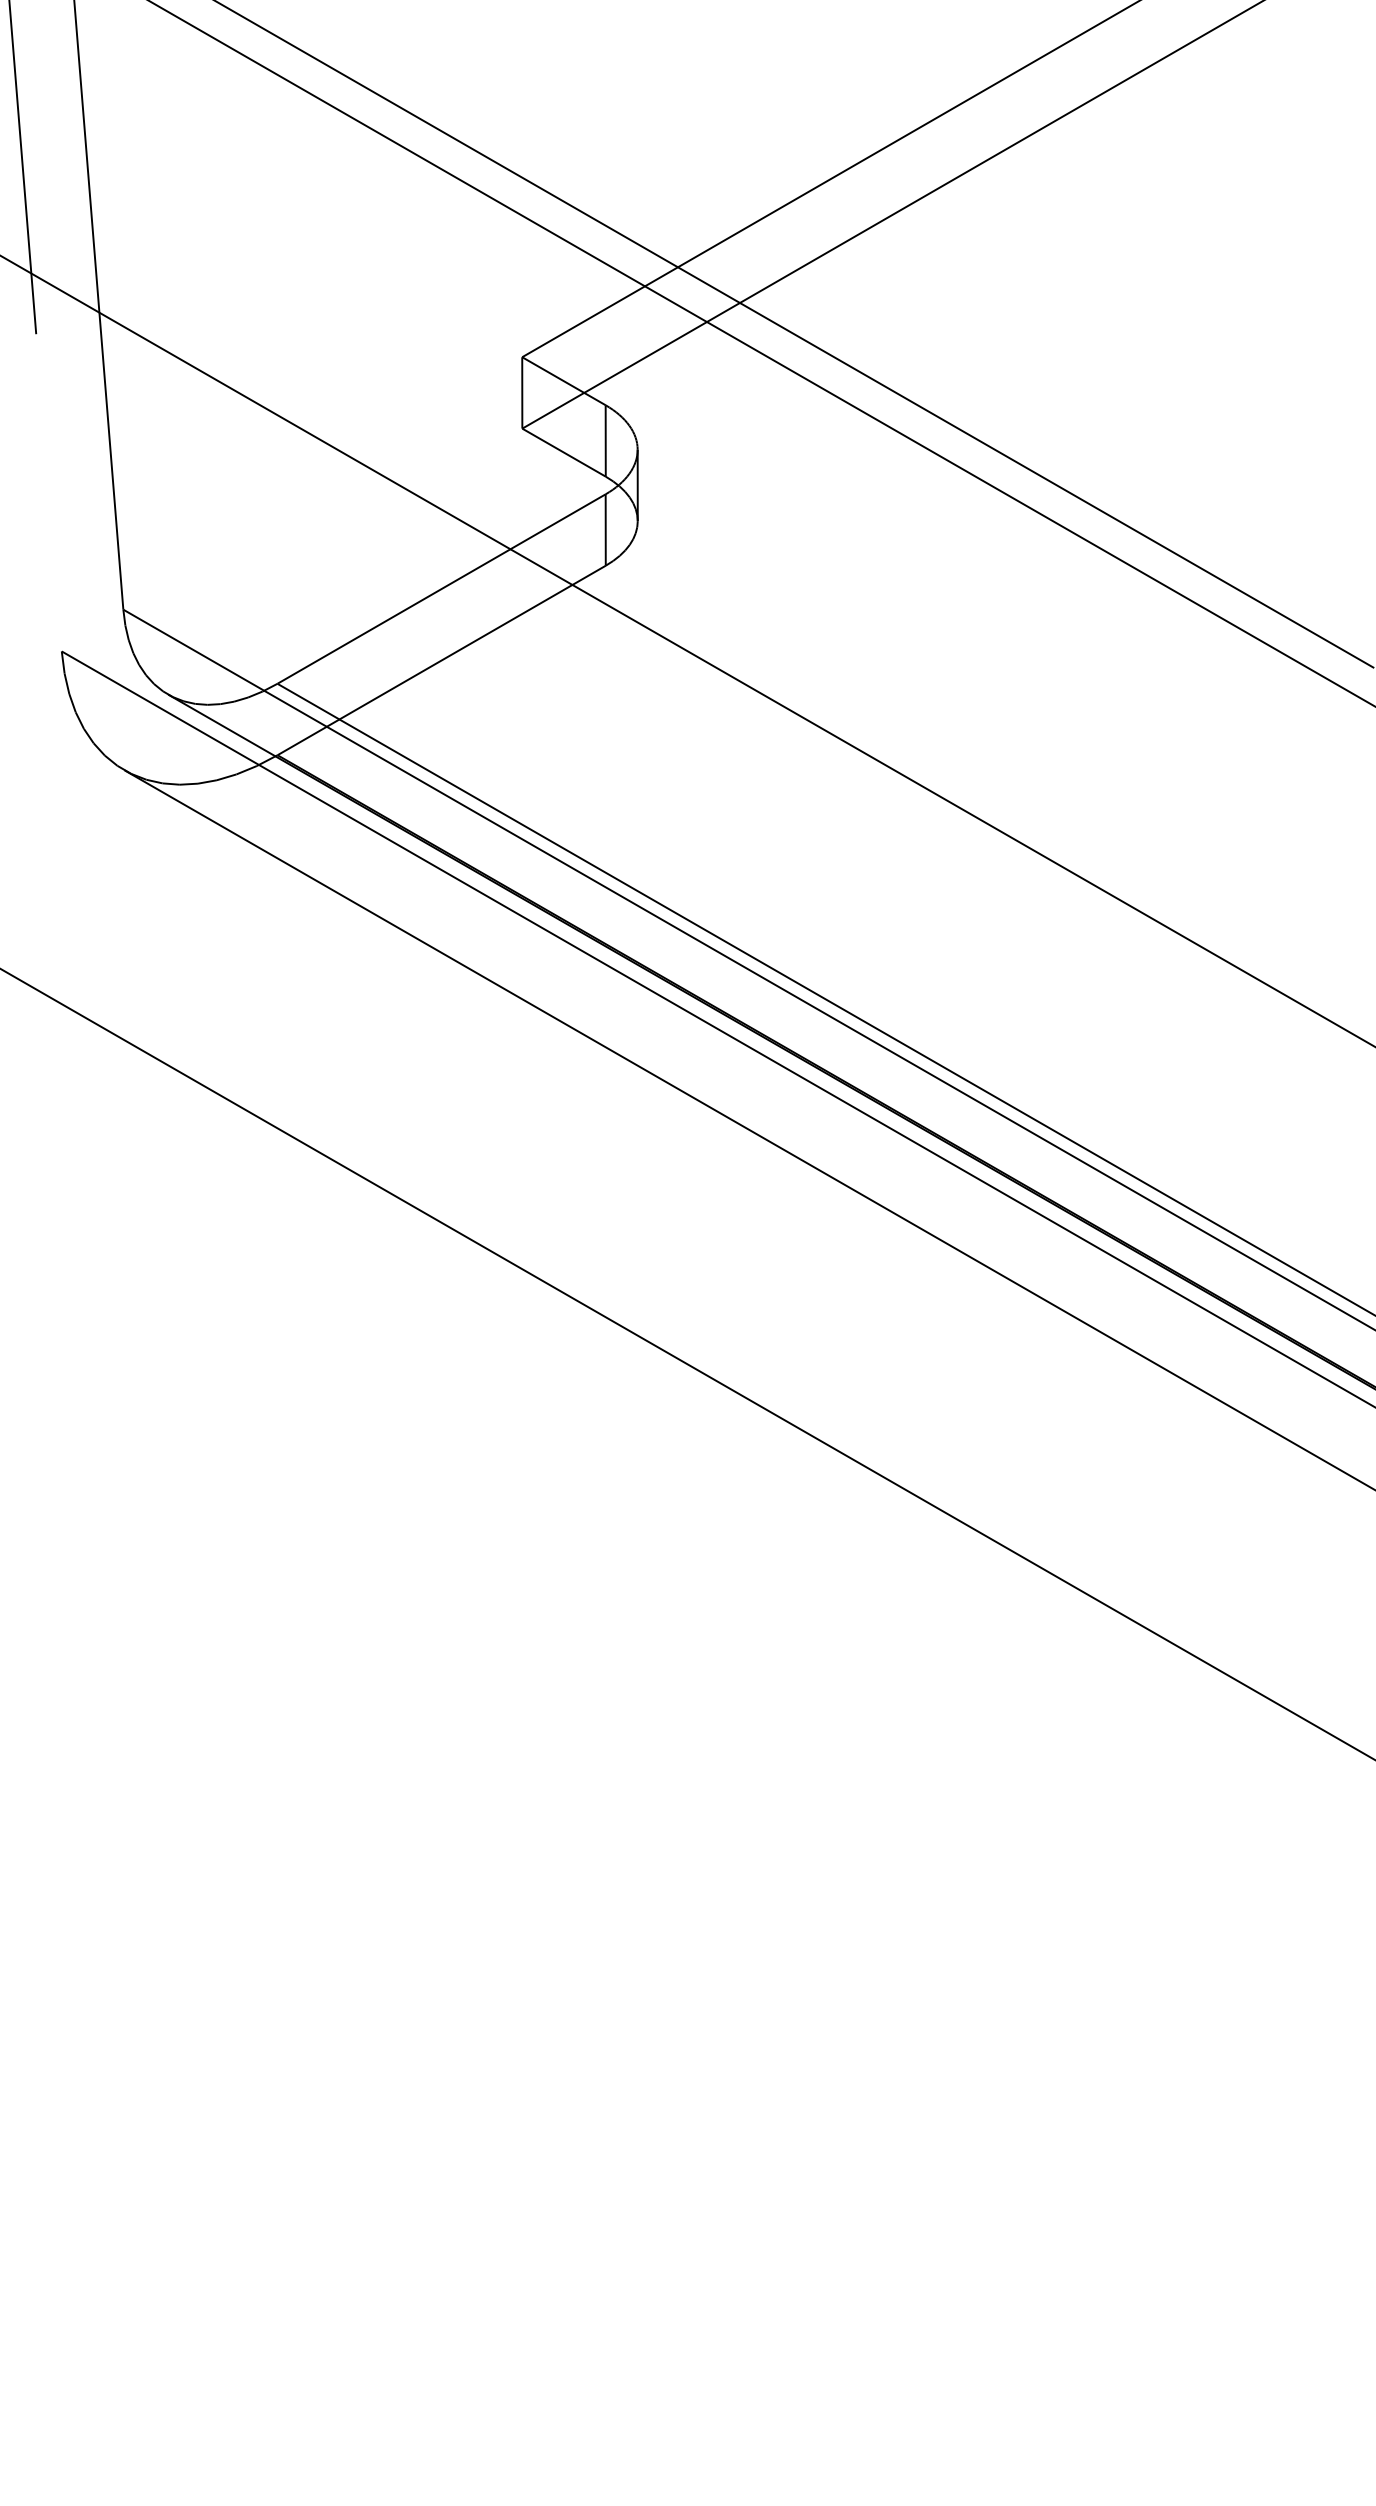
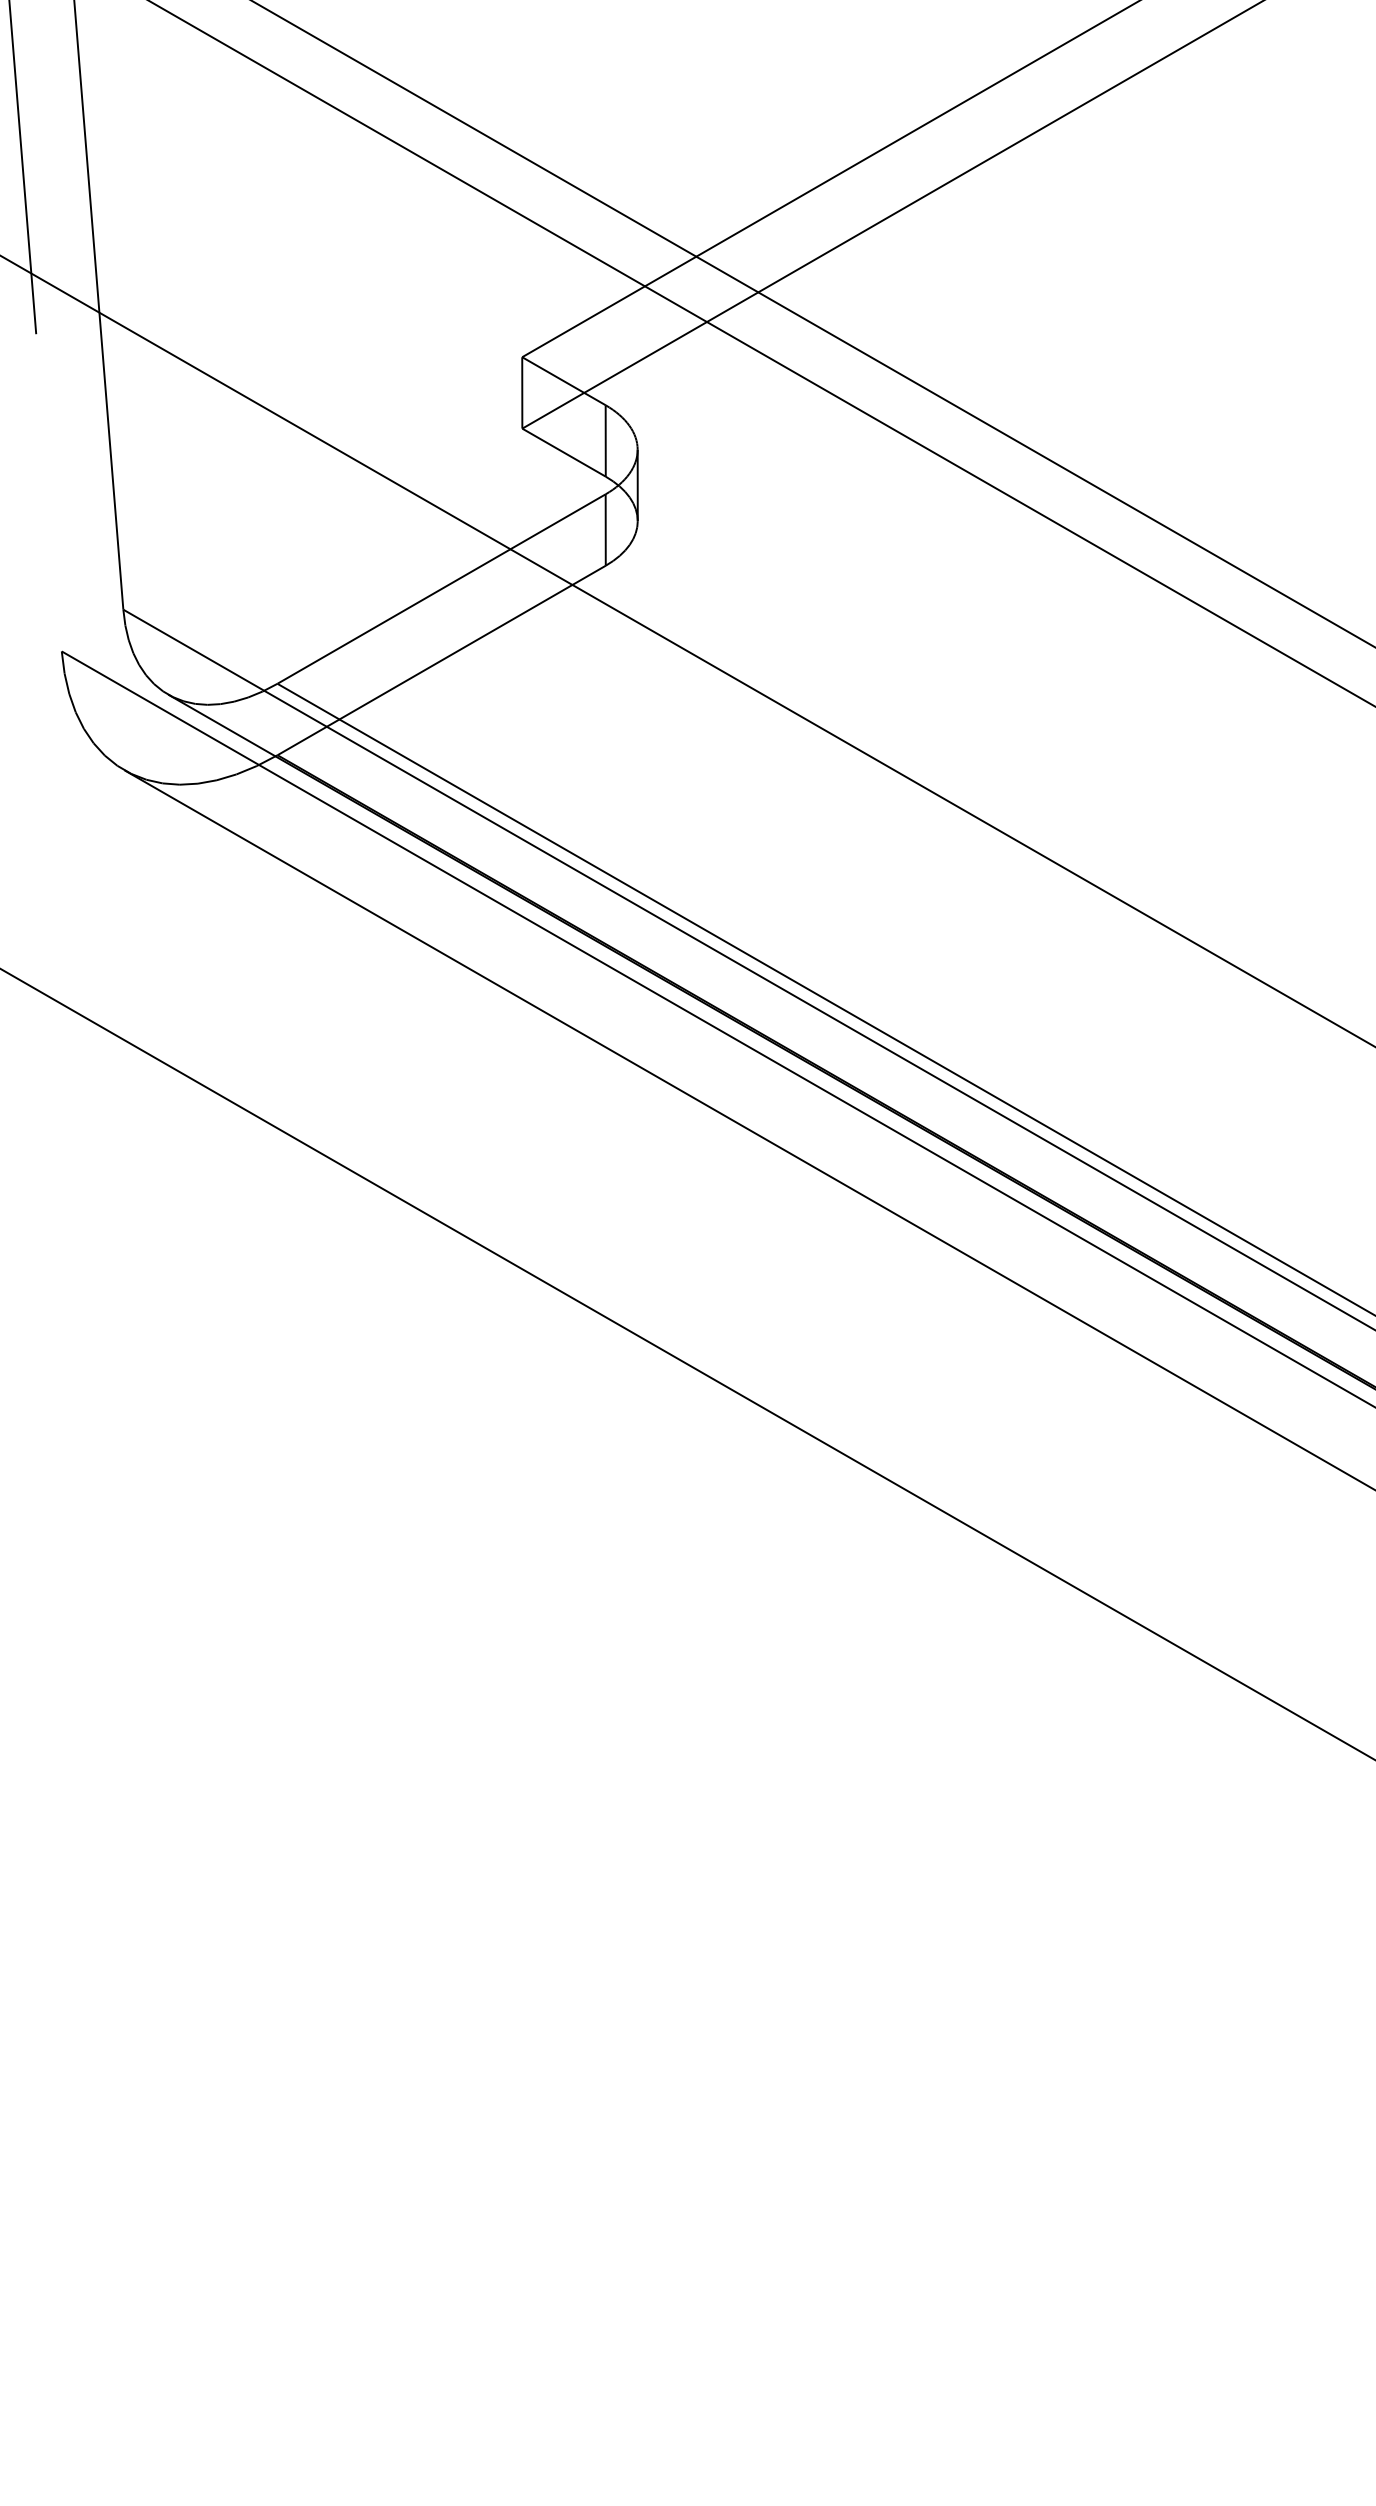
line at (794, 334) position: (794, 334) -> (813, 323)
